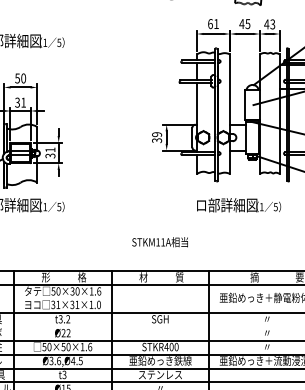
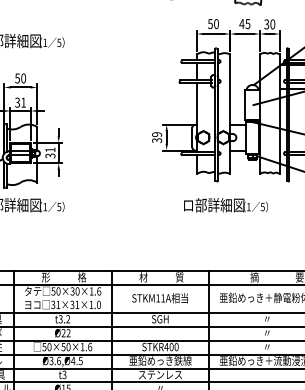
text at (213, 24): 61 -> 50
text at (269, 24): 43 -> 30
text at (239, 205) position: (239, 205) -> (226, 205)
text at (159, 242) position: (159, 242) -> (159, 298)
line at (151, 326): none -> present
